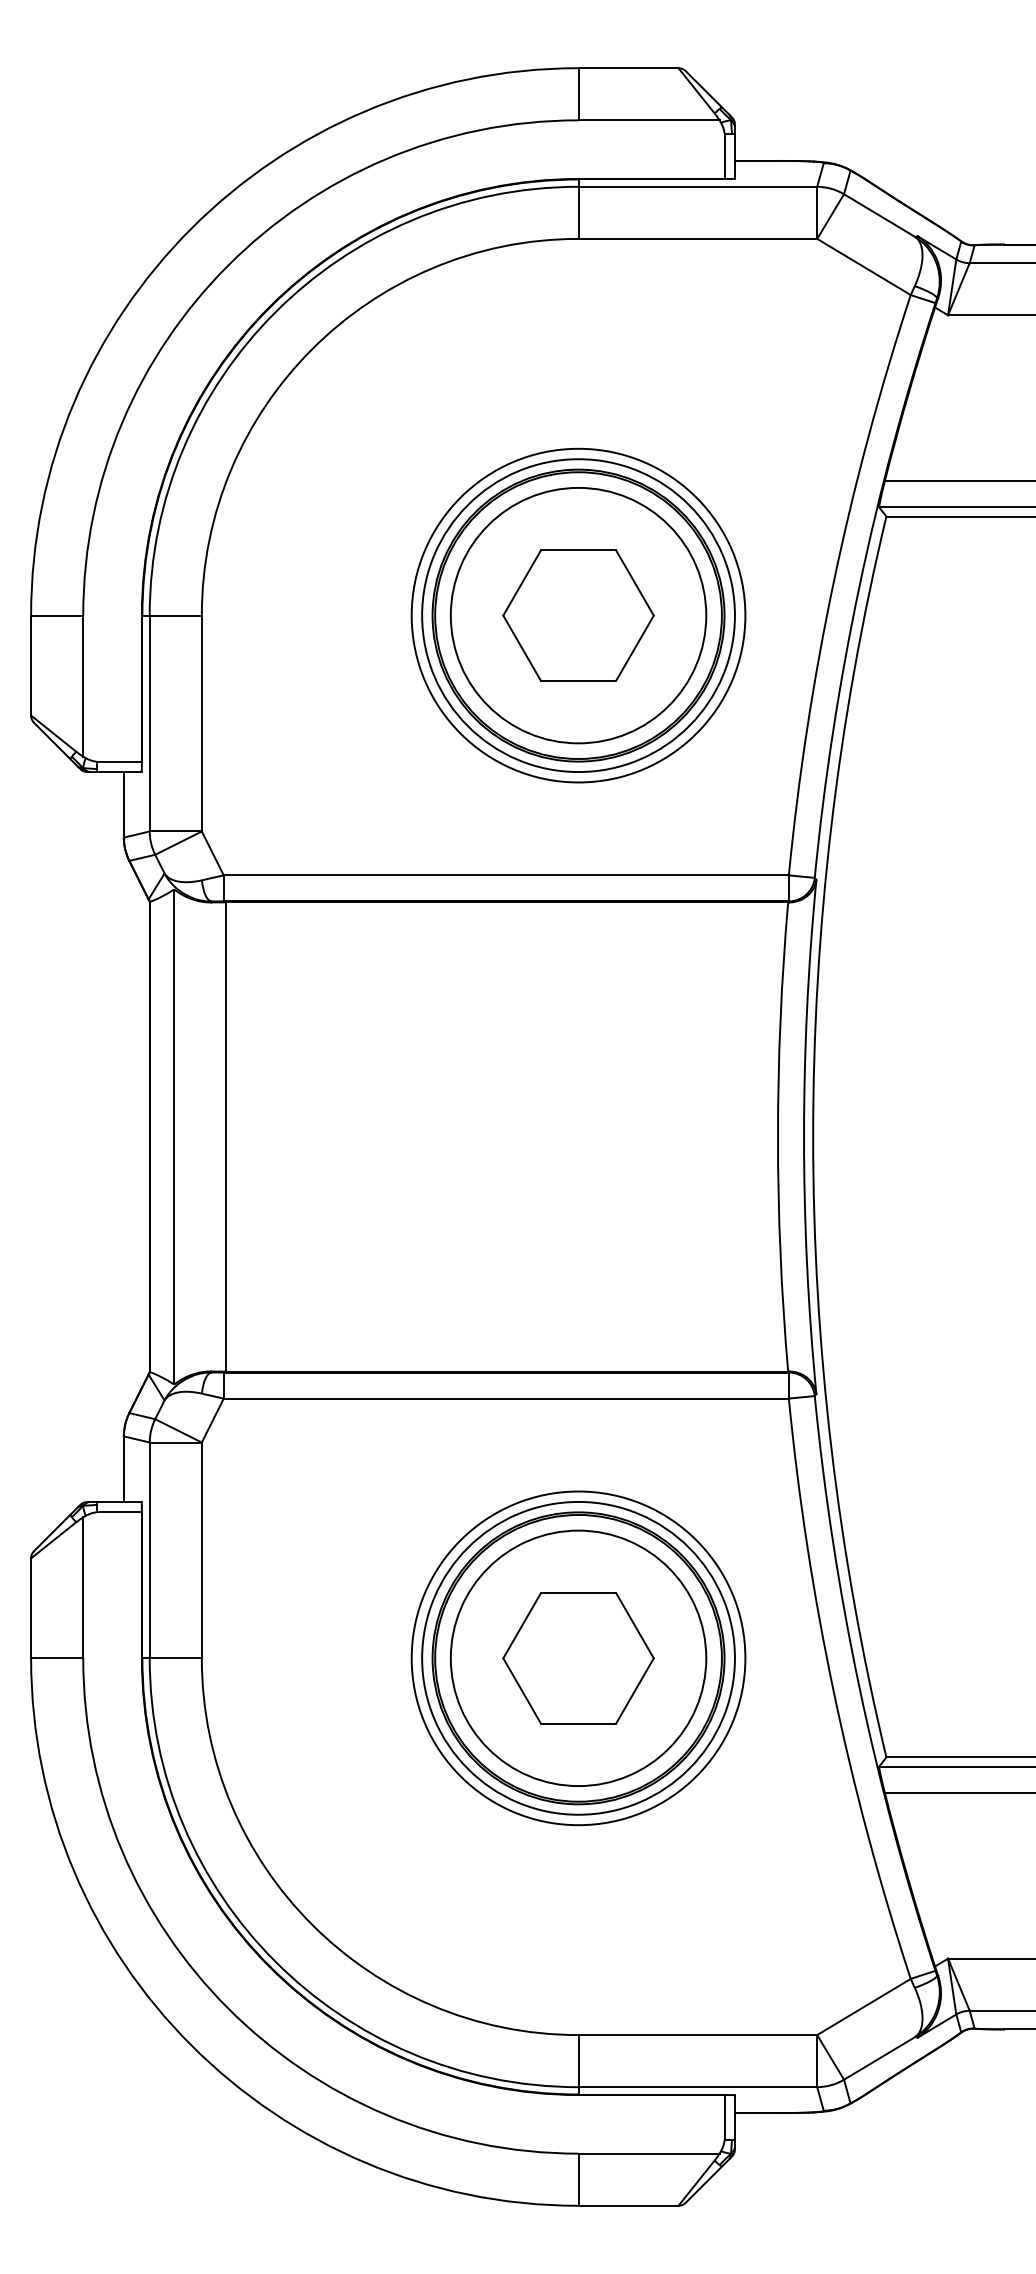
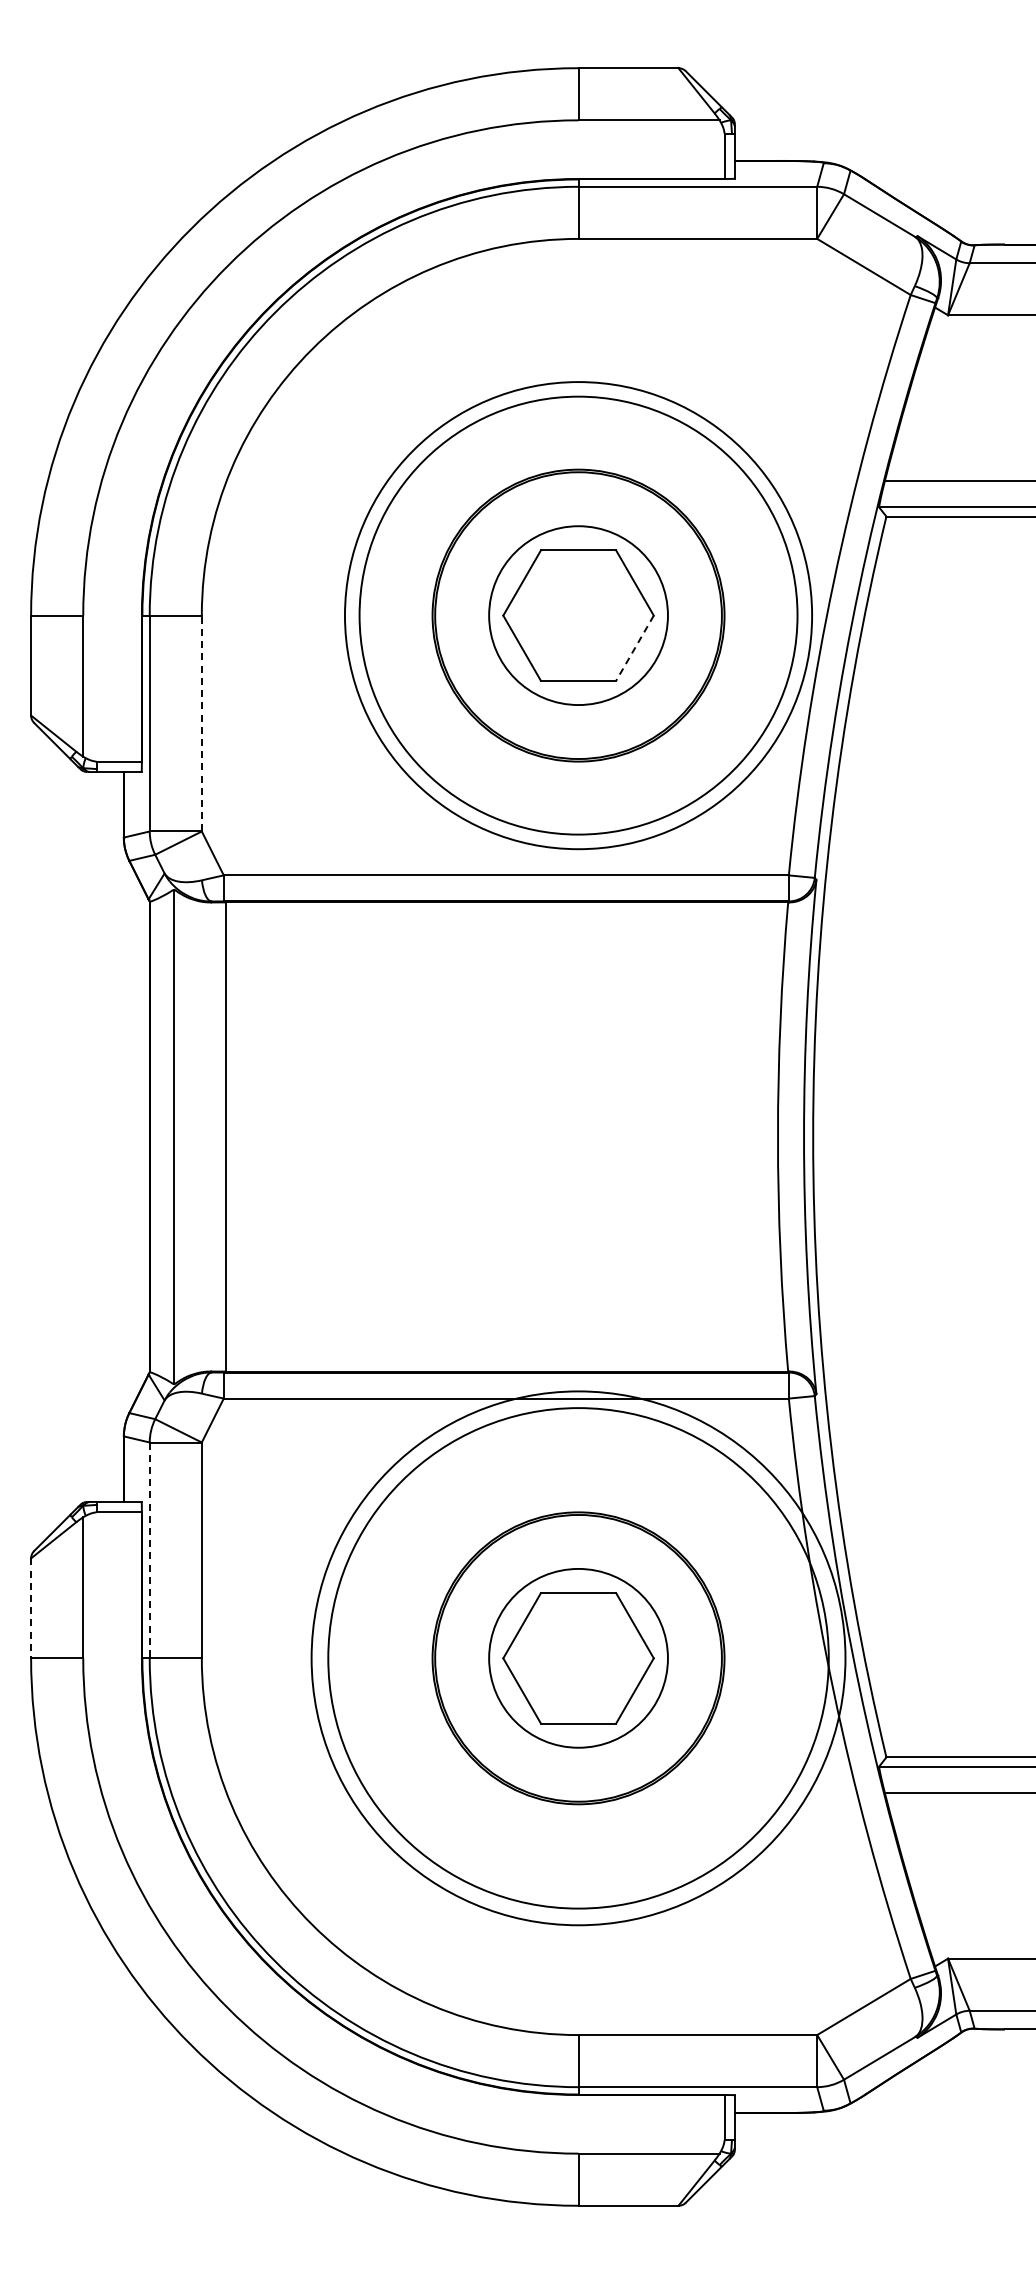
circle at (578, 615) diameter: 255 px -> 179 px
circle at (578, 615) diameter: 313 px -> 438 px
circle at (578, 615) diameter: 334 px -> 467 px
line at (634, 648): solid -> dashed
line at (201, 723): solid -> dashed
line at (149, 1550): solid -> dashed
line at (31, 1608): solid -> dashed
circle at (578, 1657) diameter: 313 px -> 501 px
circle at (578, 1658) diameter: 255 px -> 179 px
circle at (578, 1658) diameter: 334 px -> 534 px
